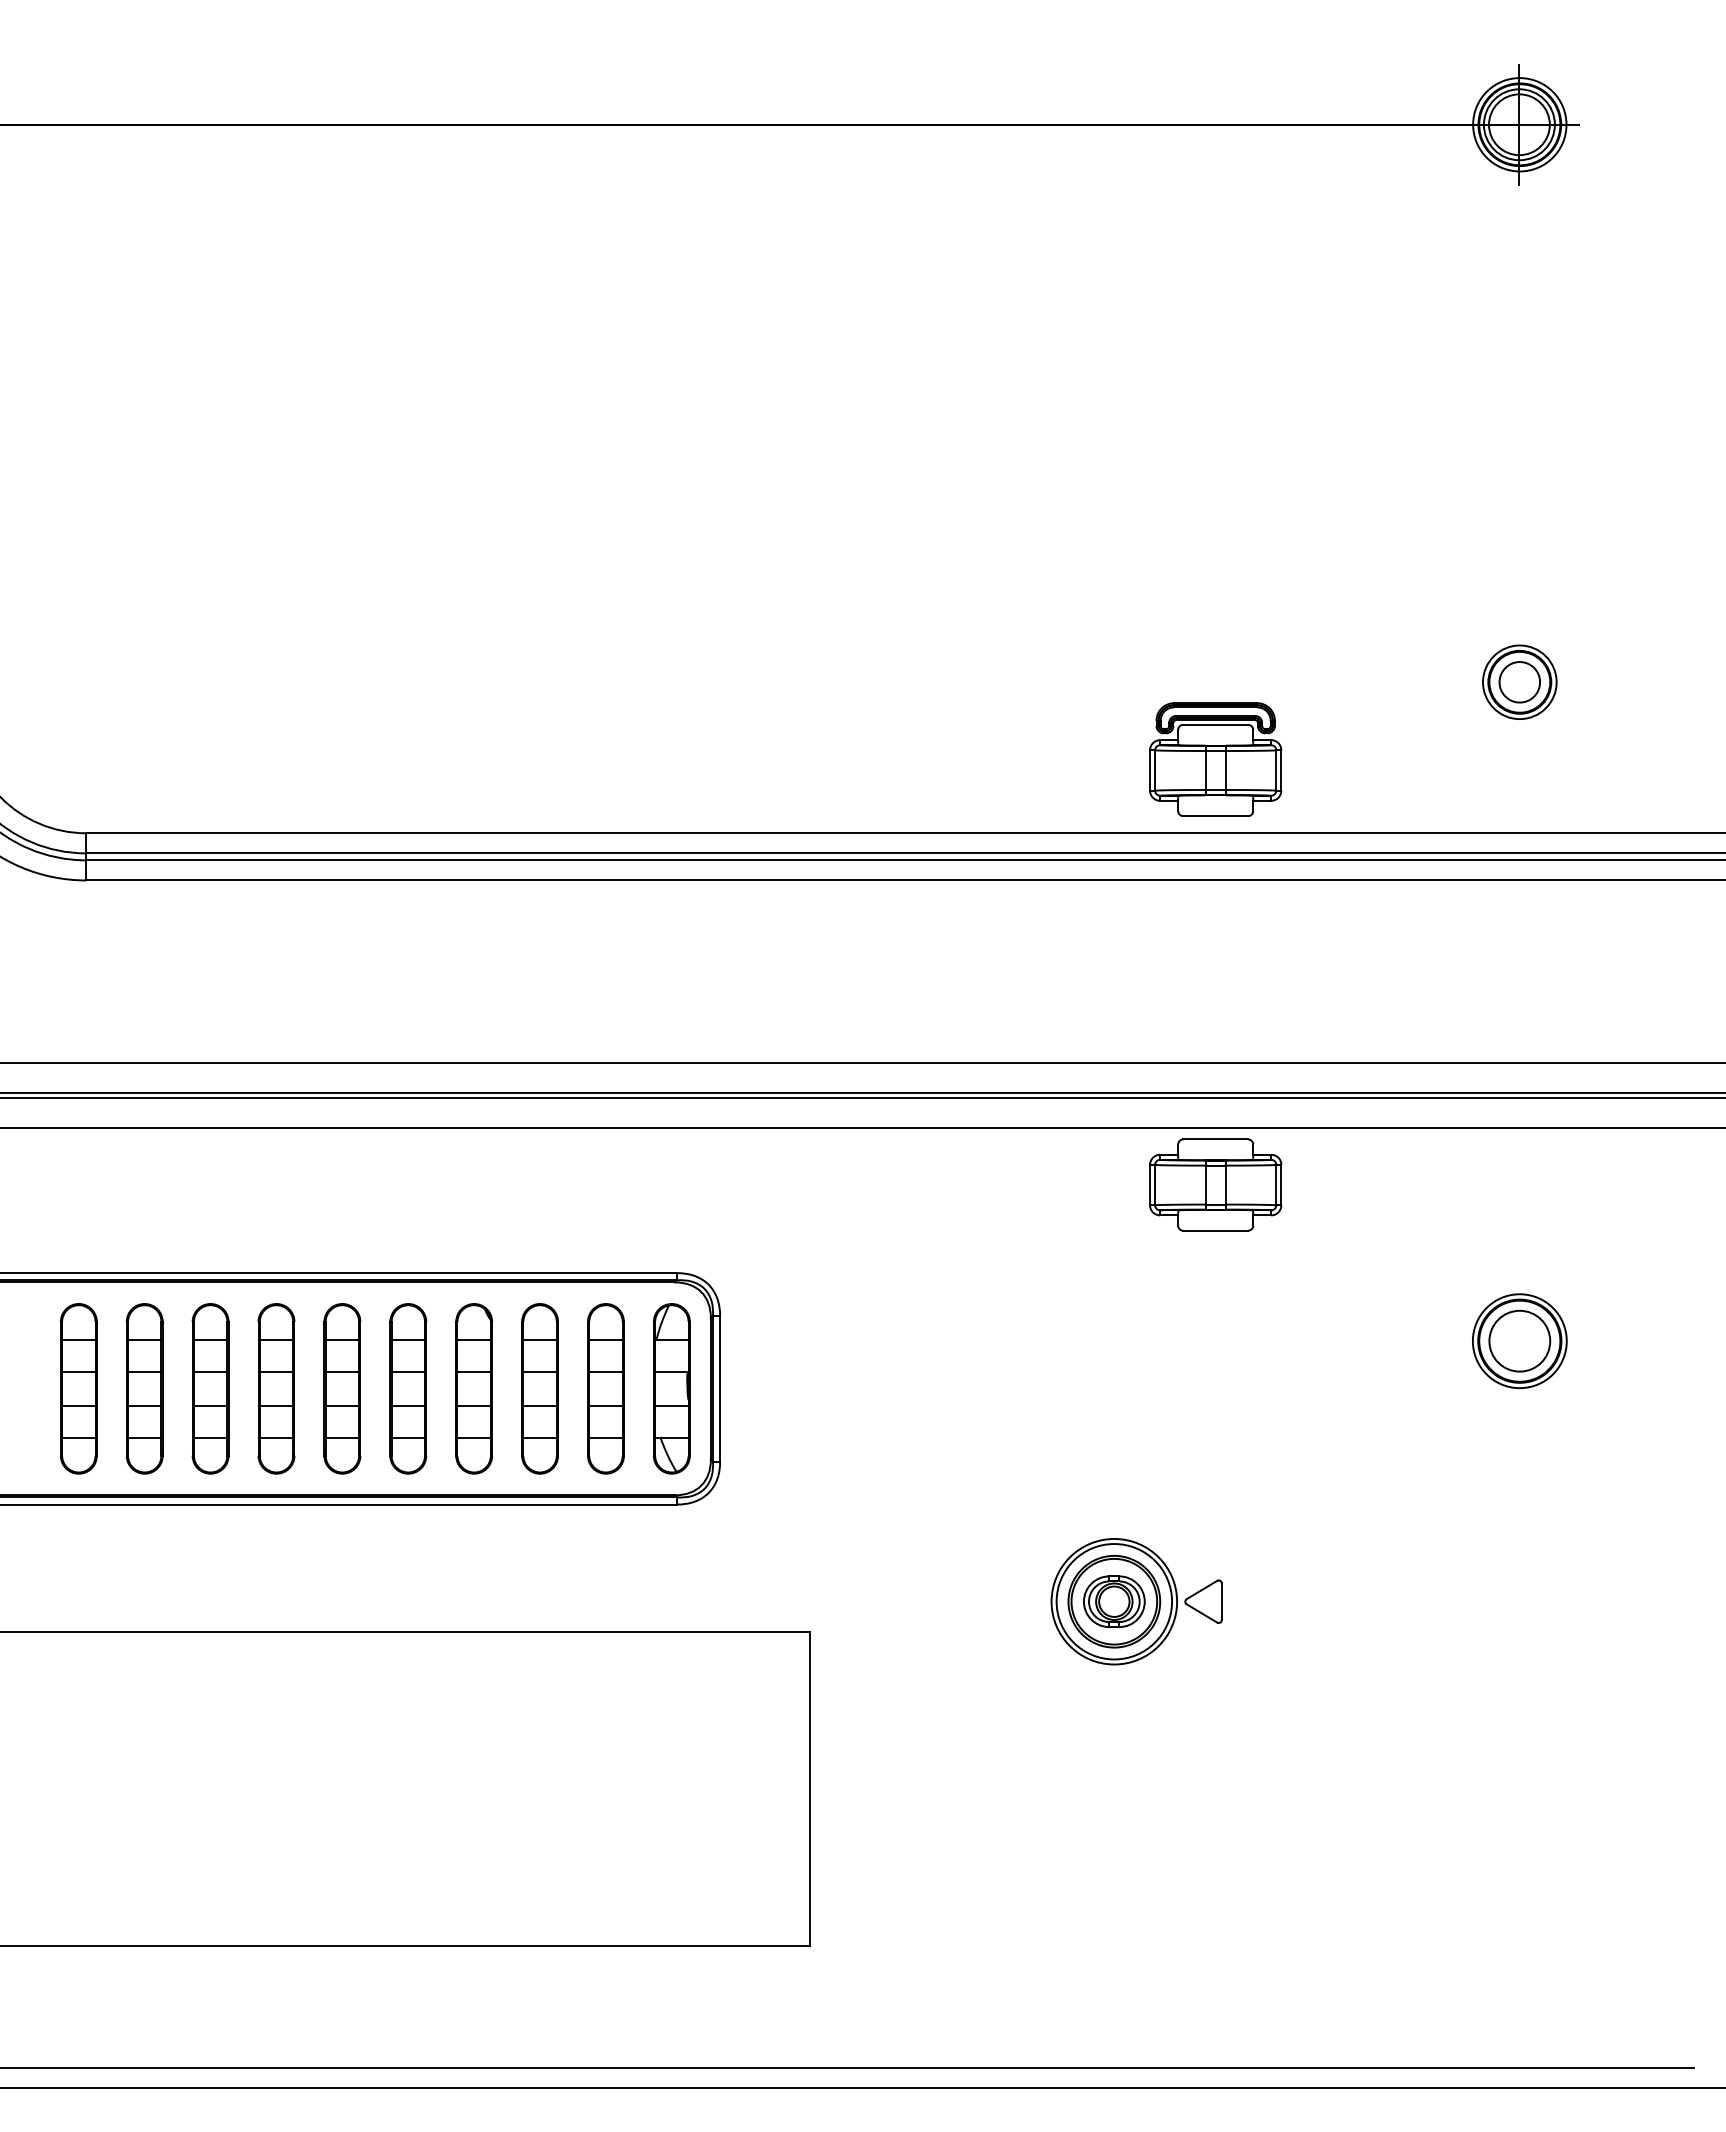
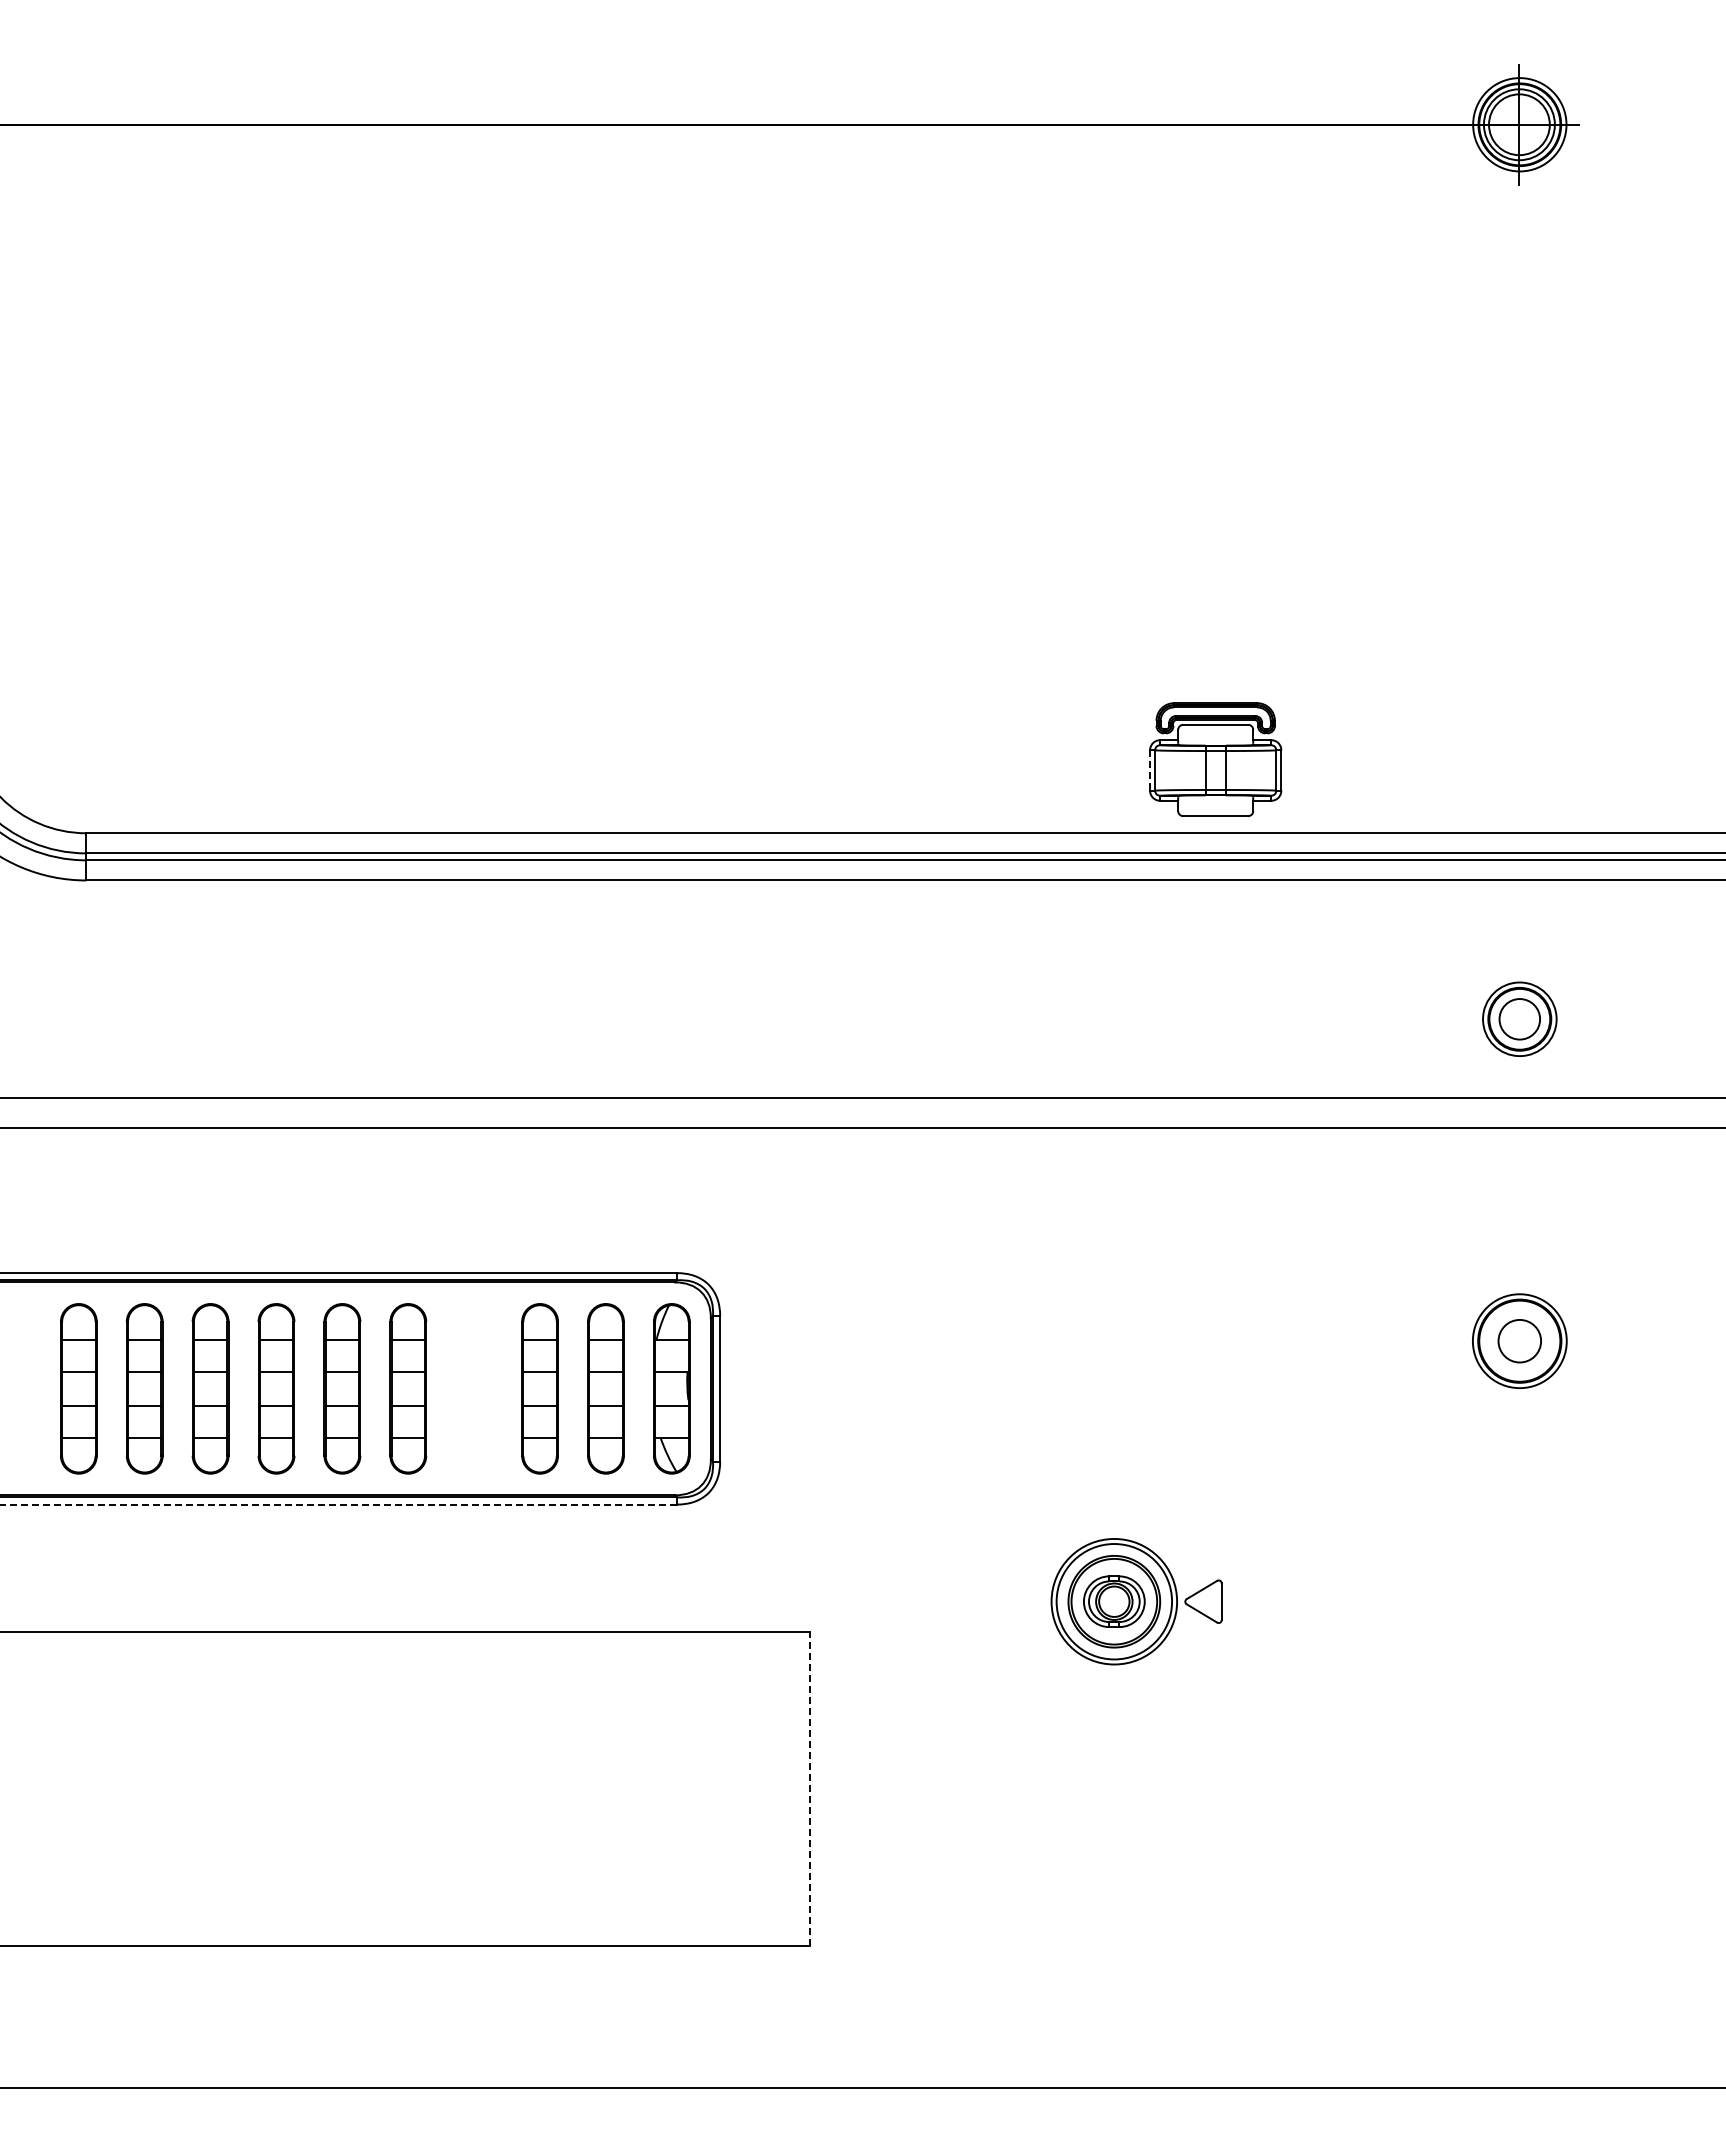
part at (1519, 681) position: (1519, 681) -> (1519, 1018)
line at (1150, 770): solid -> dashed
line at (862, 1063): present -> none
line at (862, 1093): present -> none
part at (1215, 1184): present -> none
circle at (1519, 1340) diameter: 61 px -> 43 px
part at (473, 1388): present -> none
line at (338, 1504): solid -> dashed
line at (810, 1788): solid -> dashed
line at (847, 2068): present -> none
